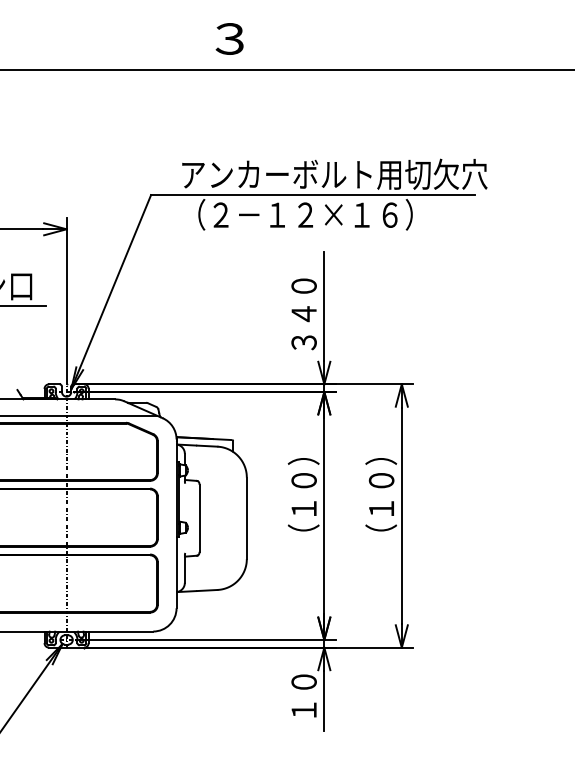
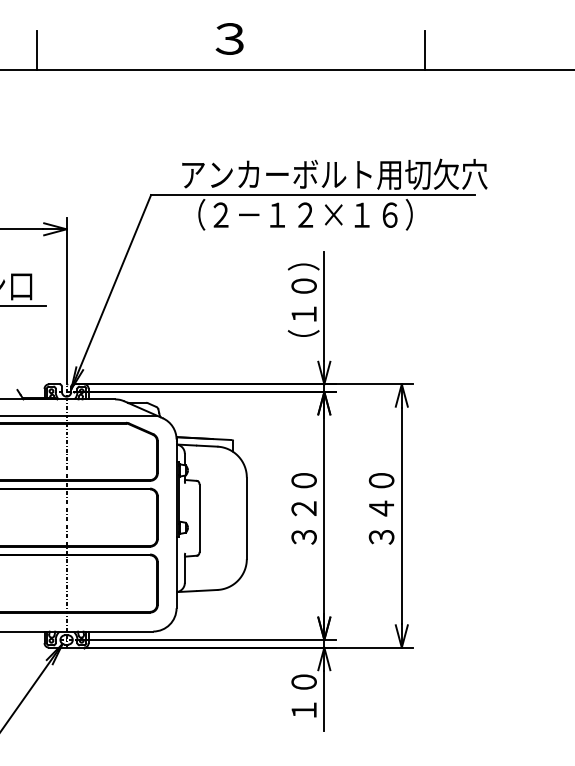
line at (37, 50): none -> present
line at (424, 50): none -> present
text at (303, 306): ３４０ -> （１０）
text at (303, 501): （１０） -> ３２０
text at (381, 501): （１０） -> ３４０
